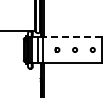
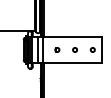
line at (72, 36): dashed -> solid
